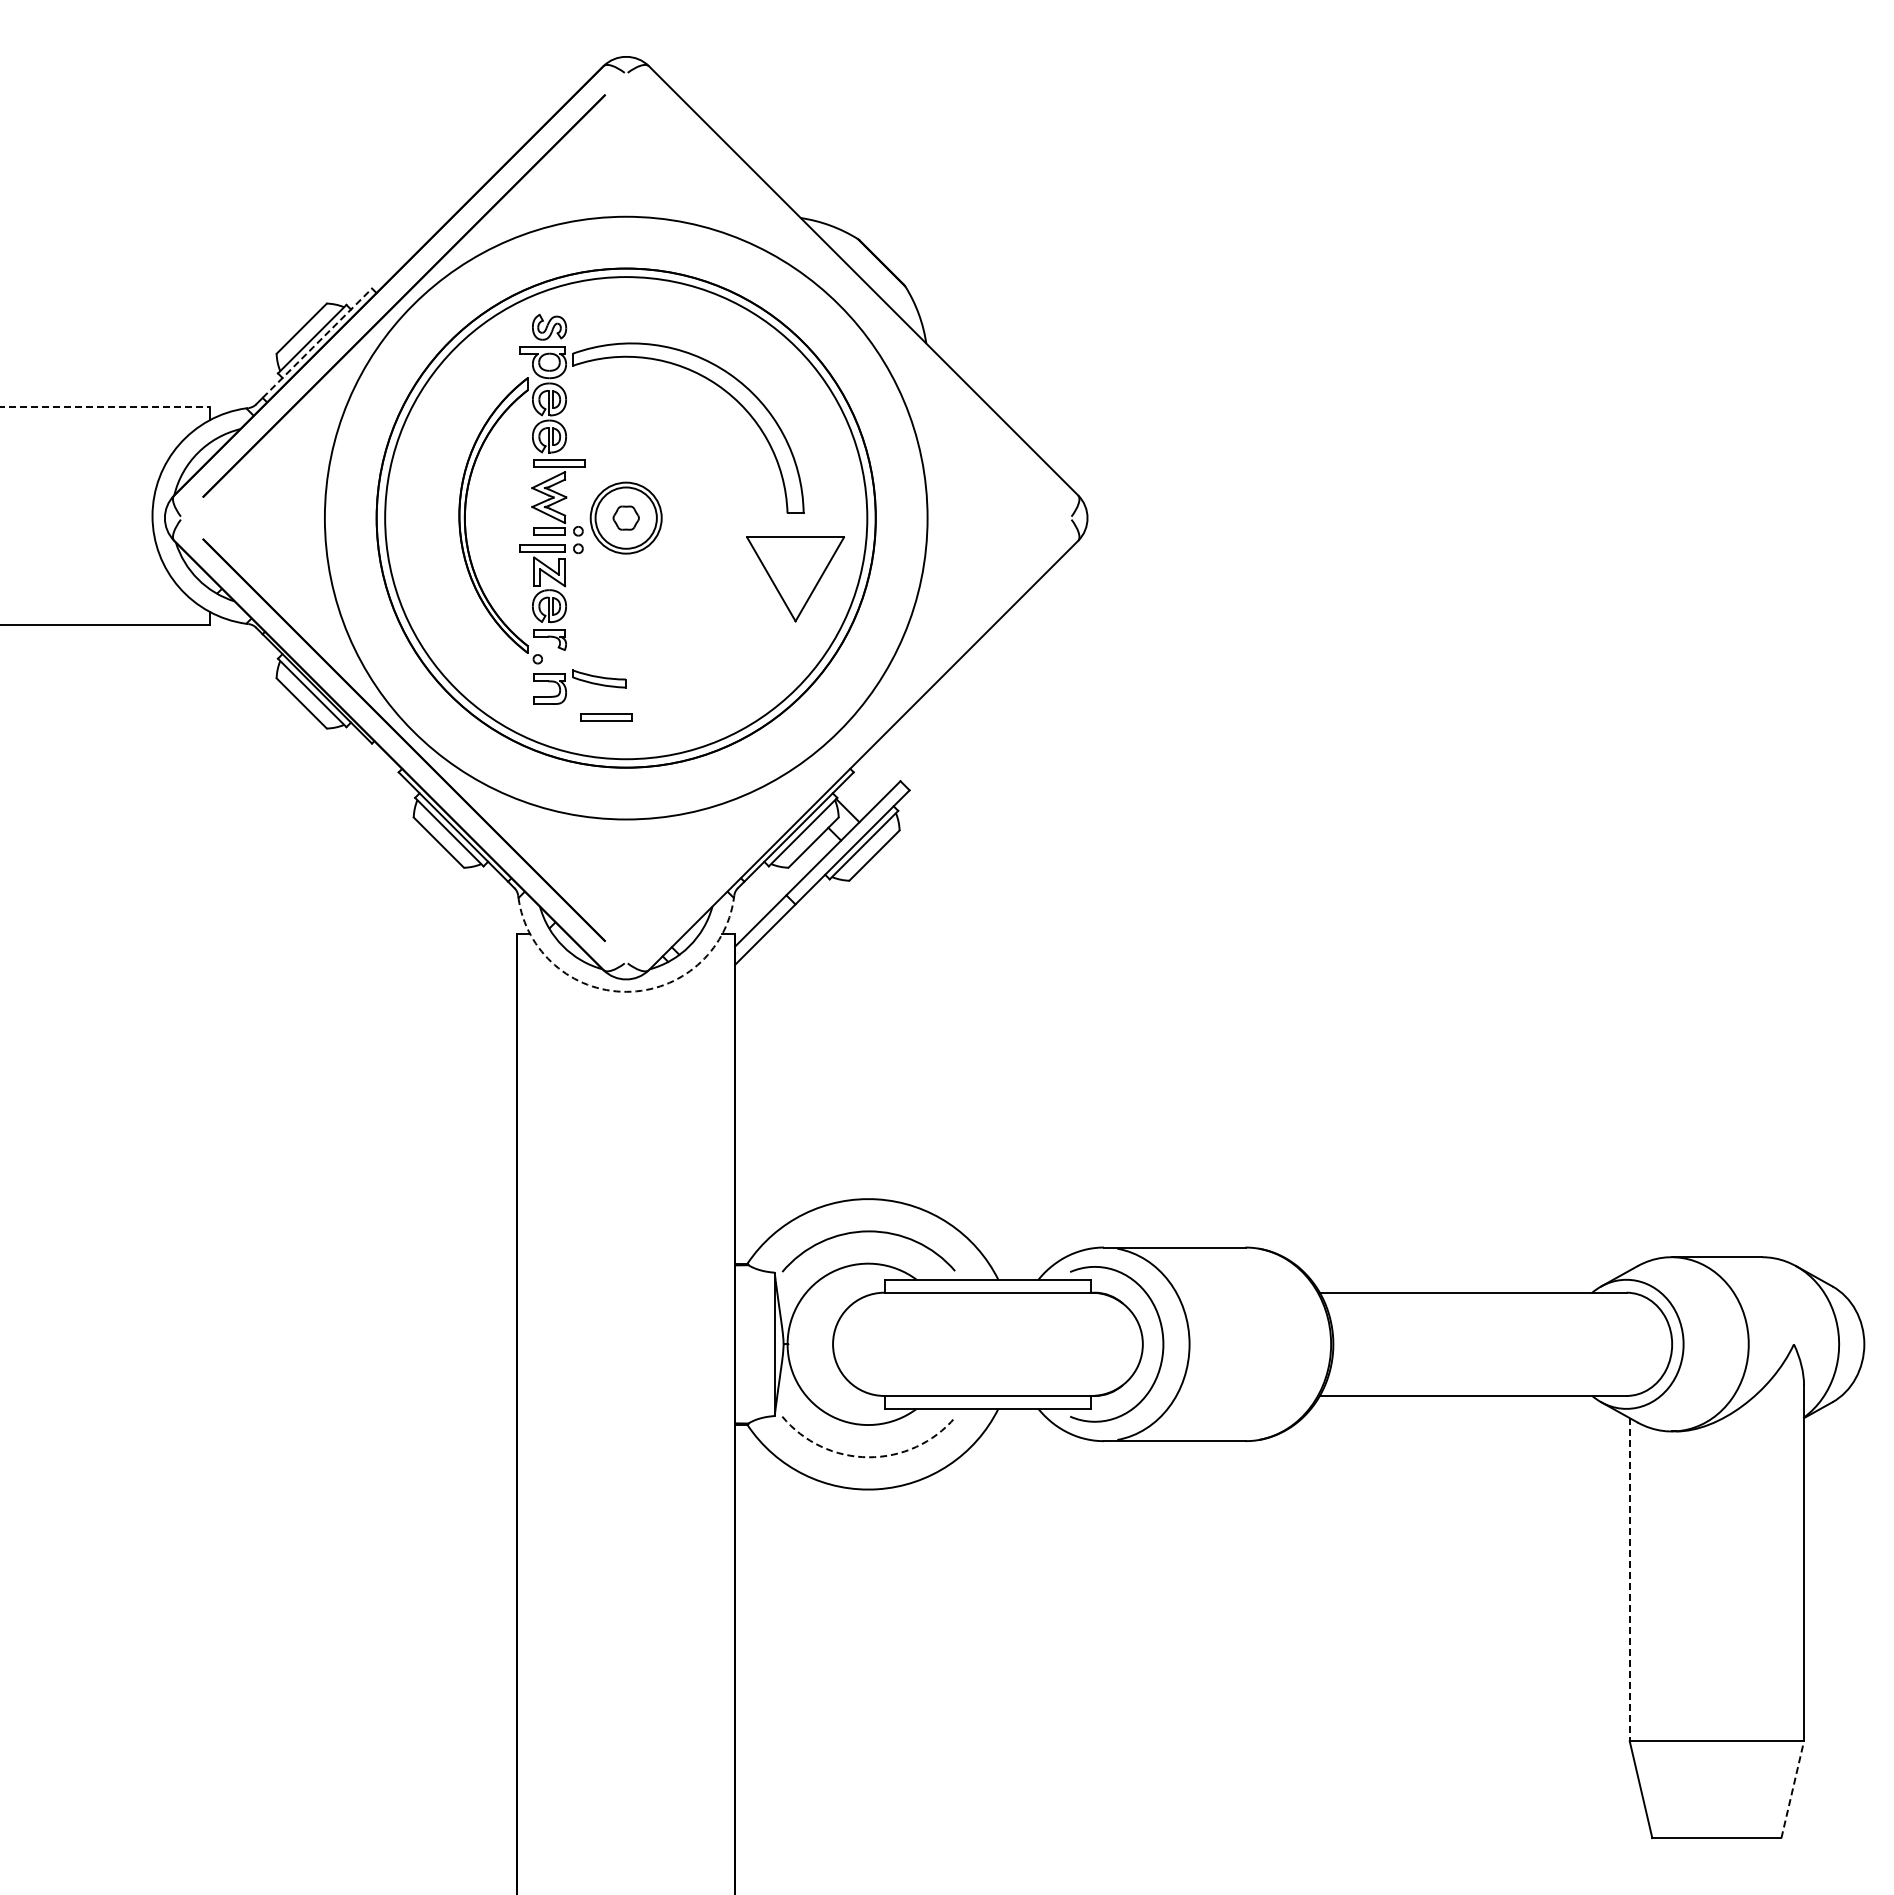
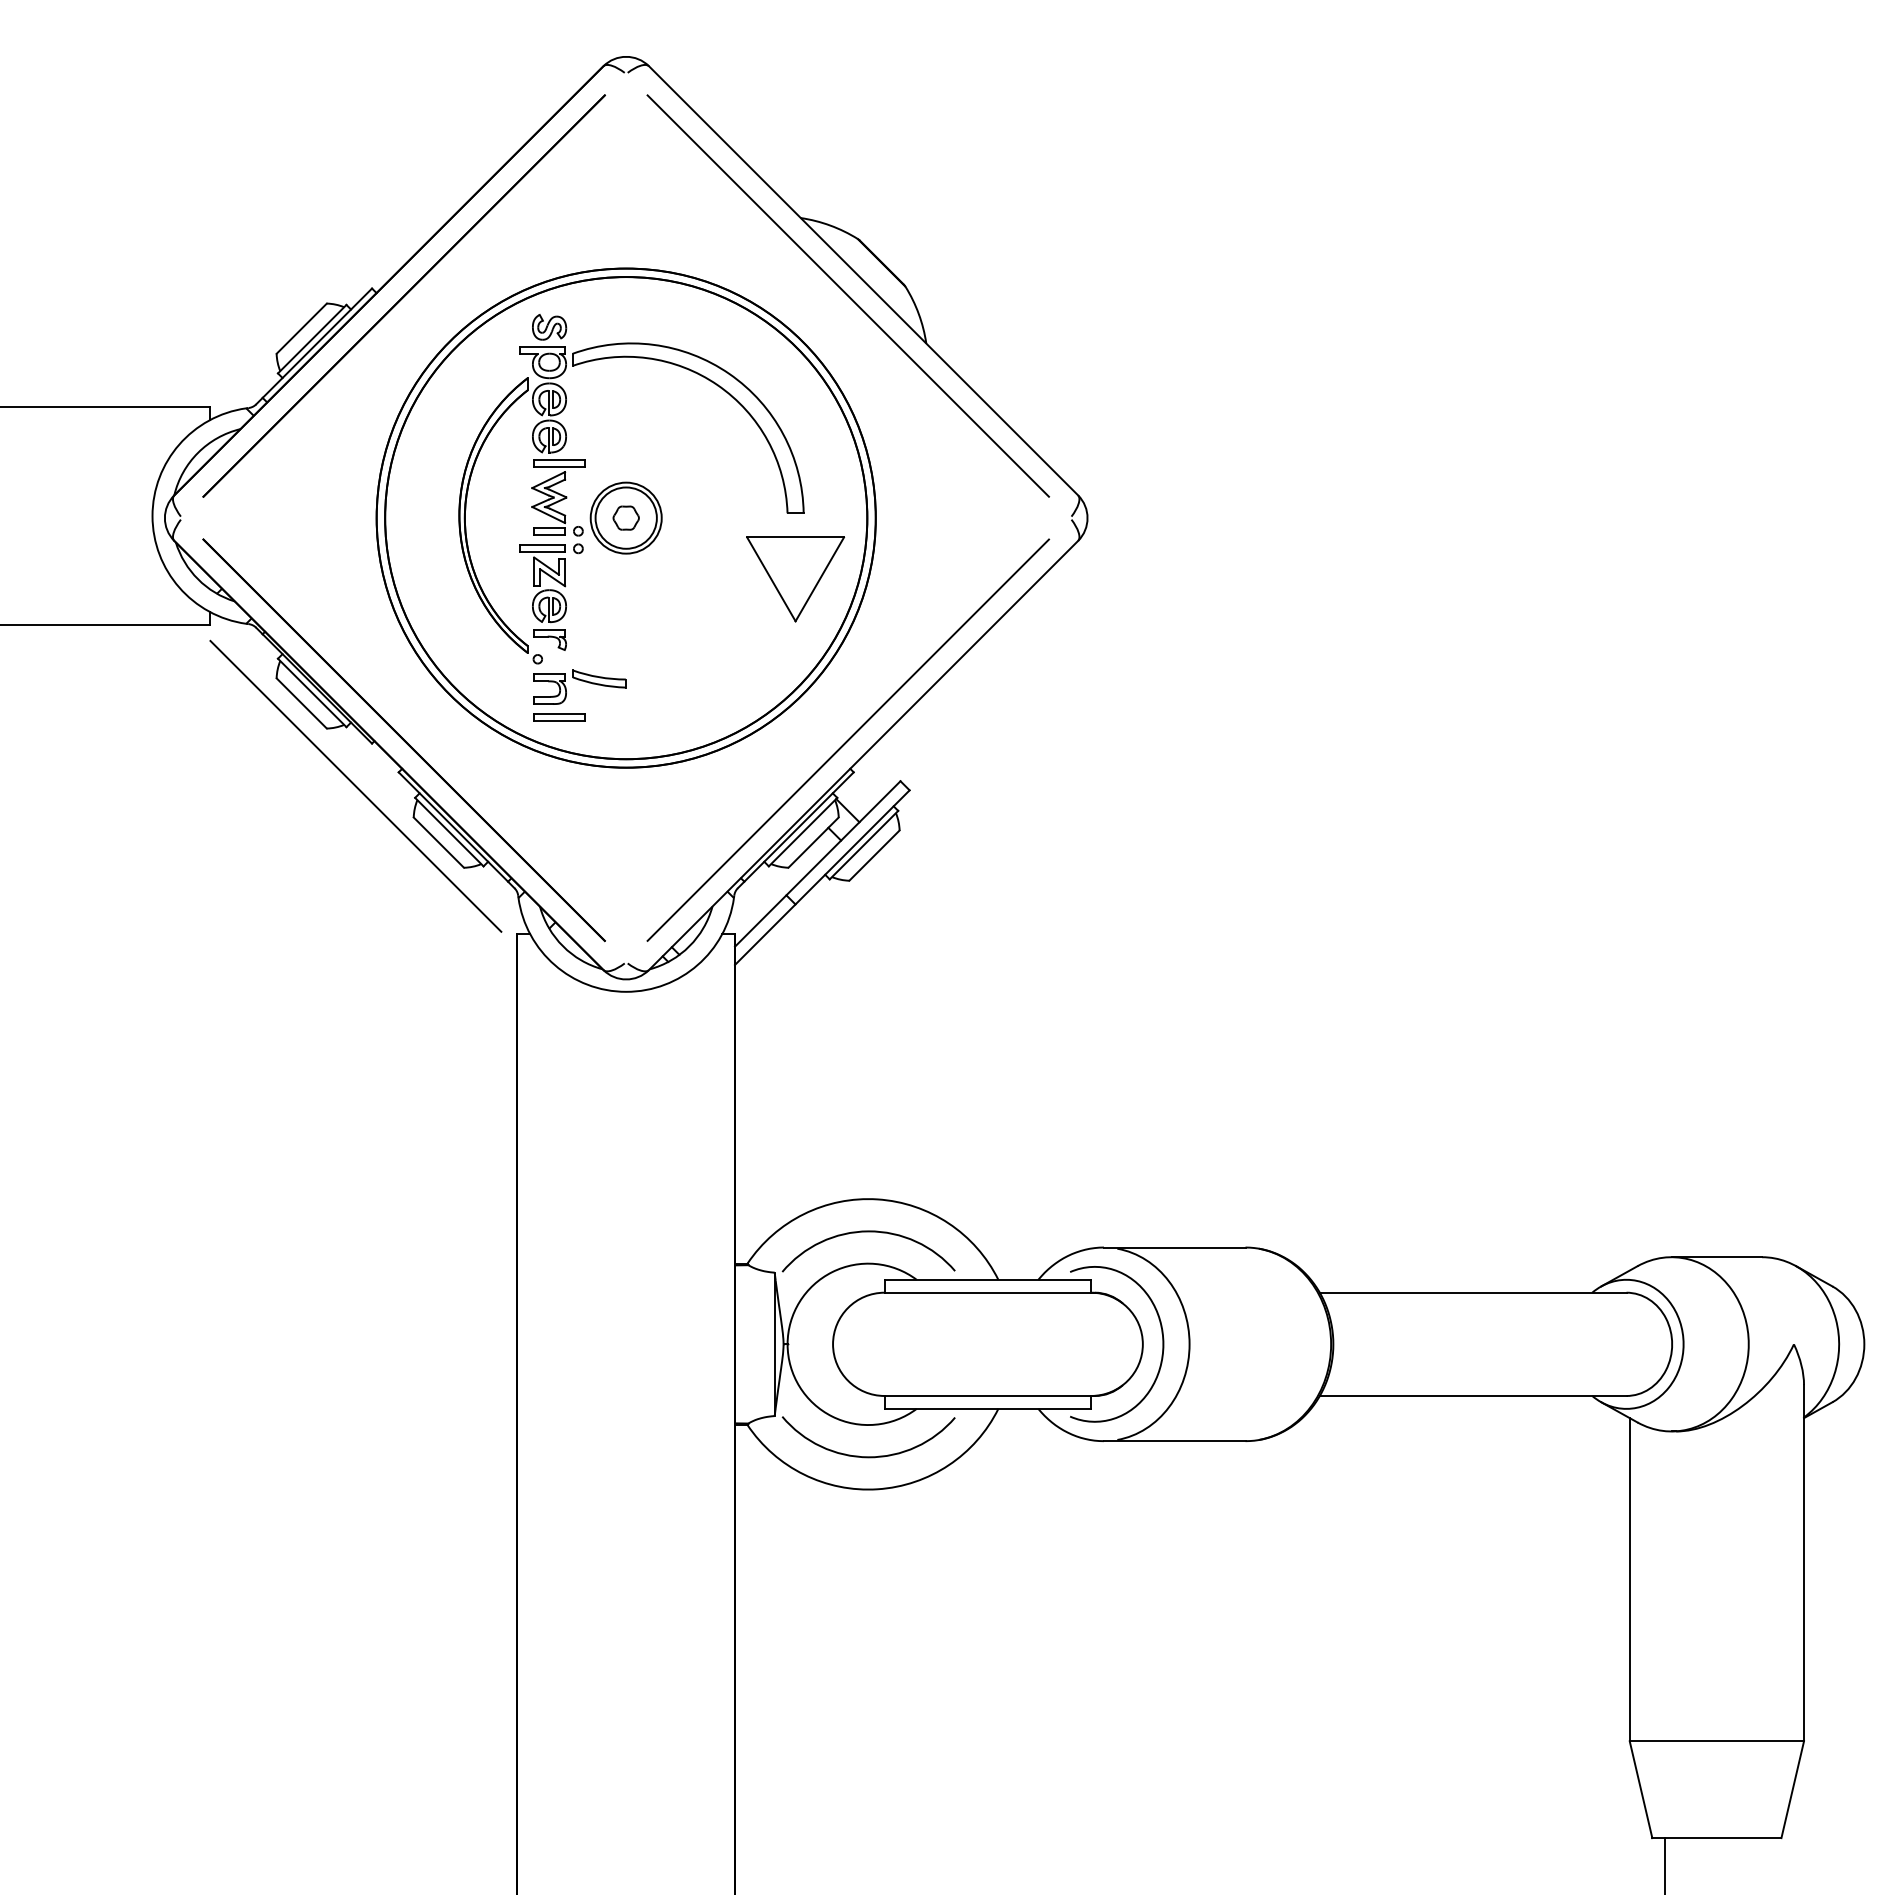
line at (847, 295): none -> present
line at (317, 342): dashed -> solid
line at (105, 407): dashed -> solid
circle at (625, 517) diameter: 603 px -> 482 px
part at (606, 717) position: (606, 717) -> (559, 717)
line at (847, 739): none -> present
line at (355, 785): none -> present
arc at (626, 991): dashed -> solid
arc at (868, 1457): dashed -> solid
line at (1629, 1579): dashed -> solid
line at (1792, 1789): dashed -> solid
line at (1665, 1864): none -> present
